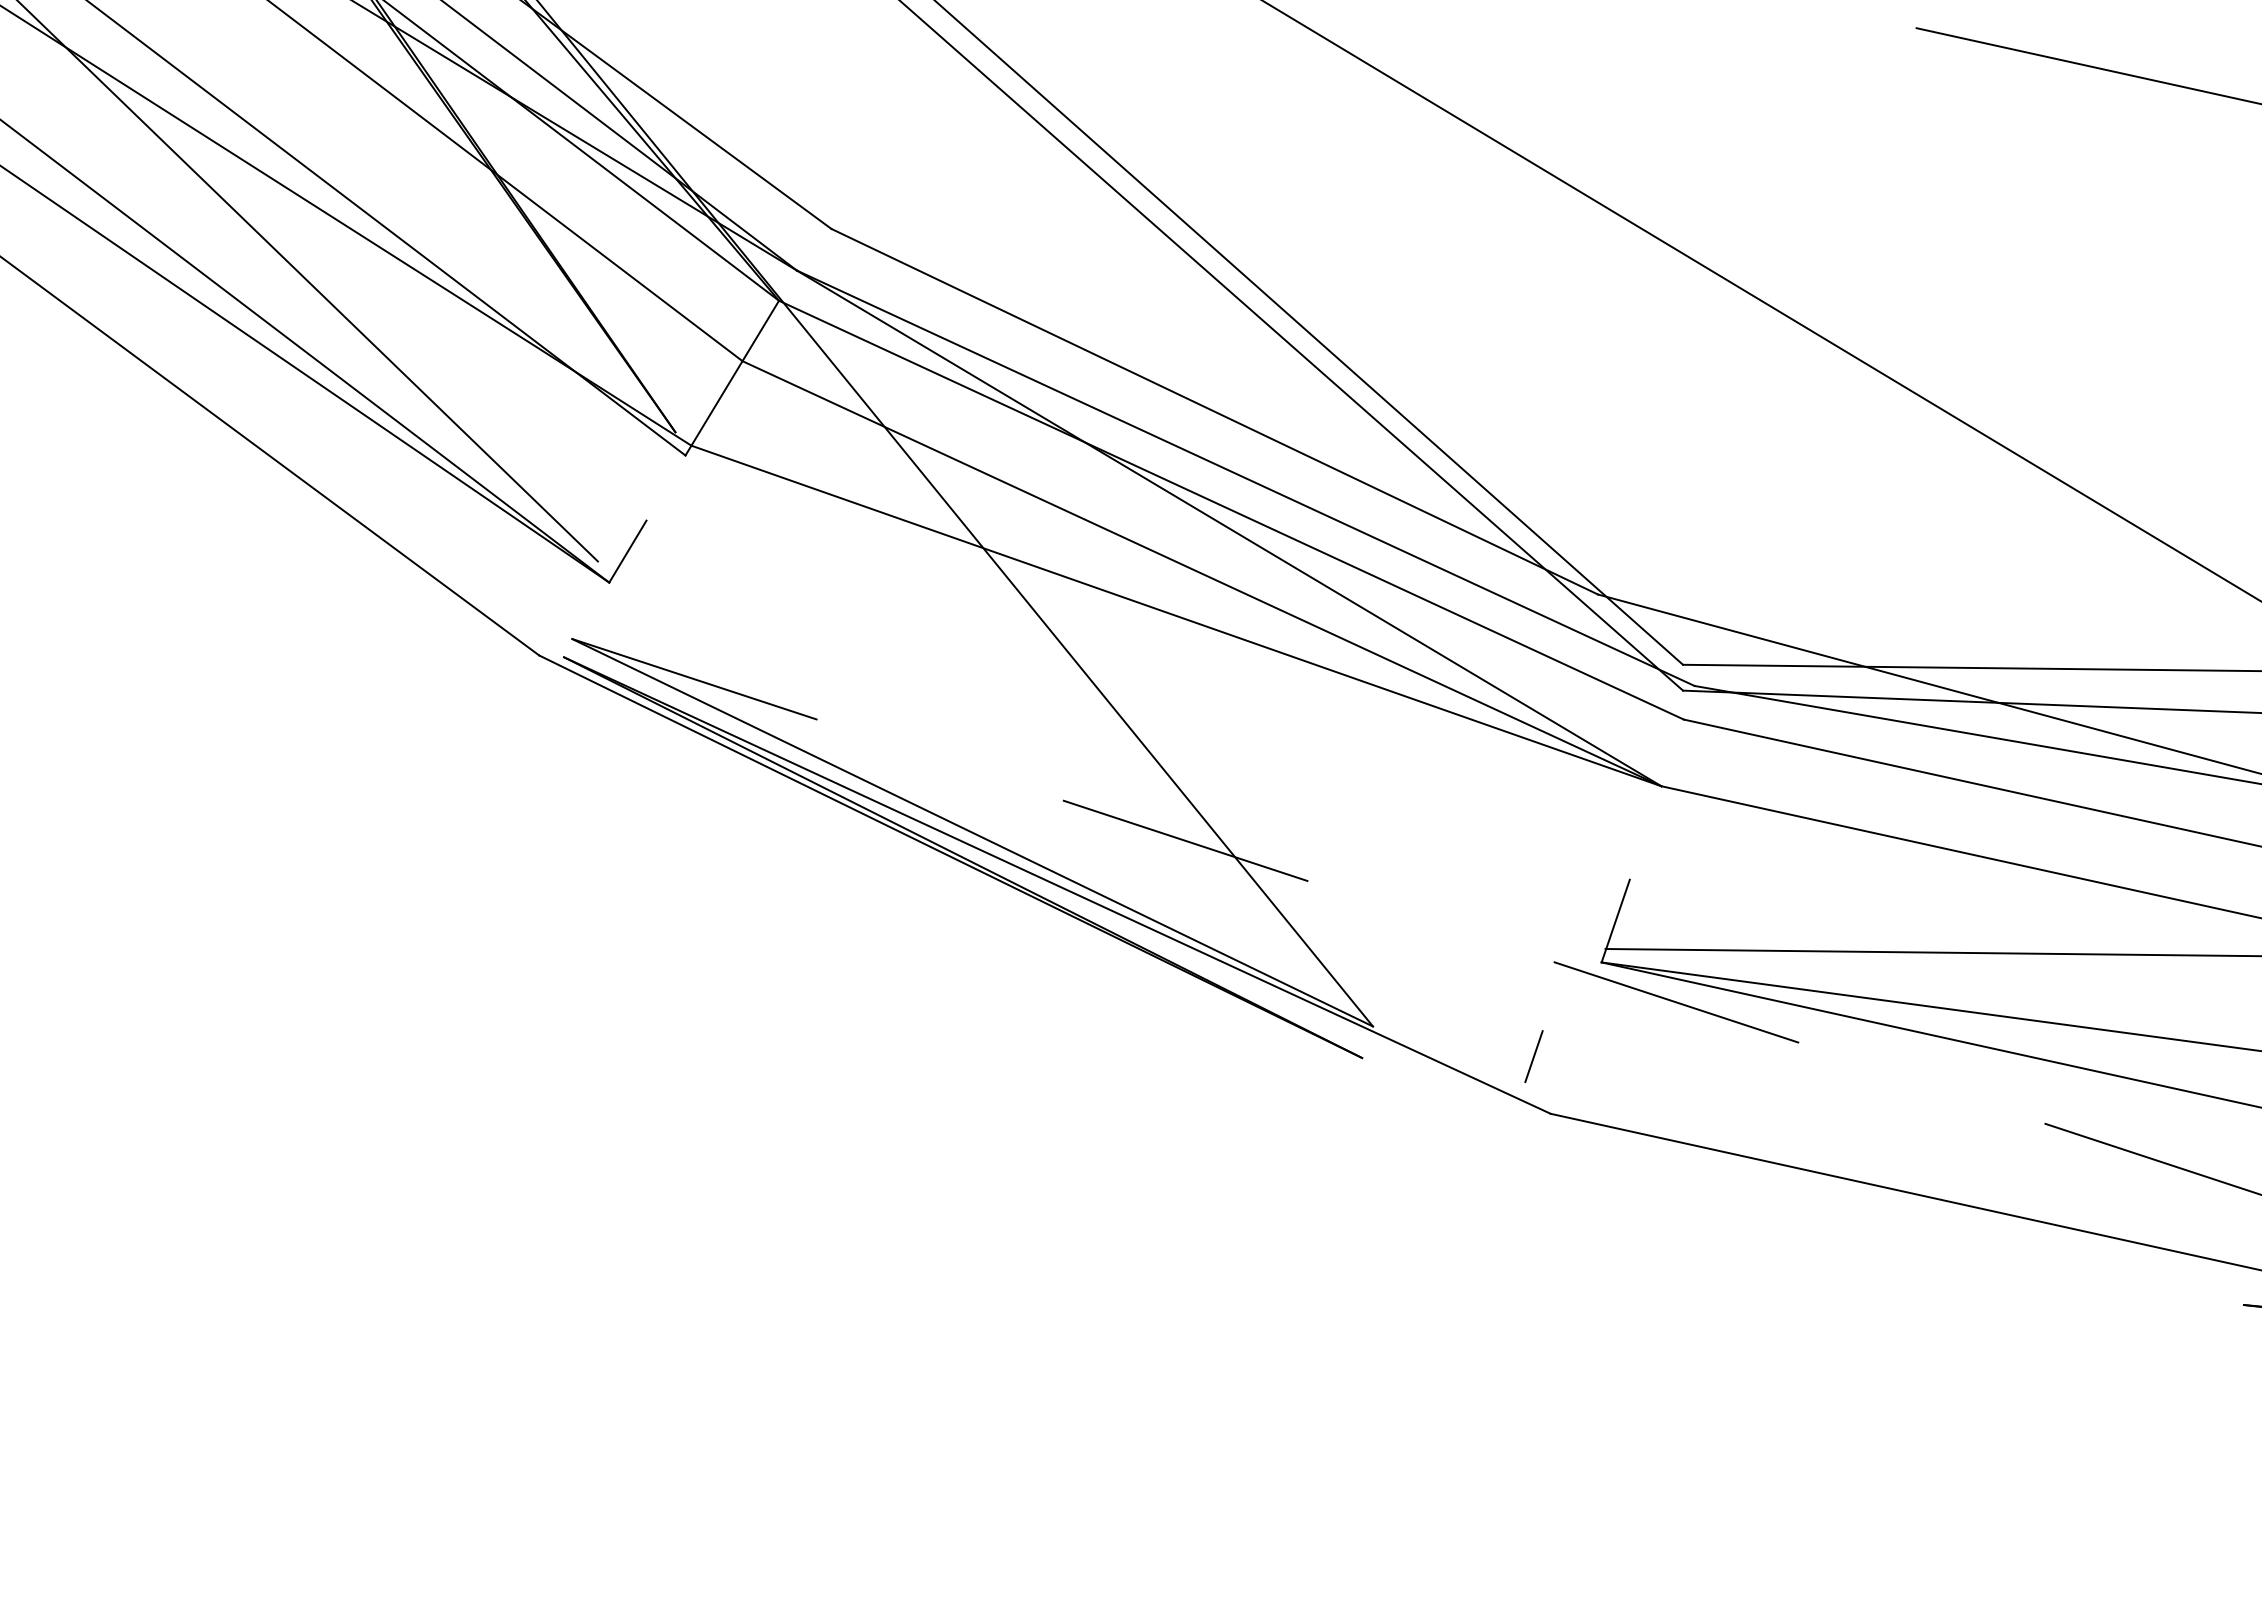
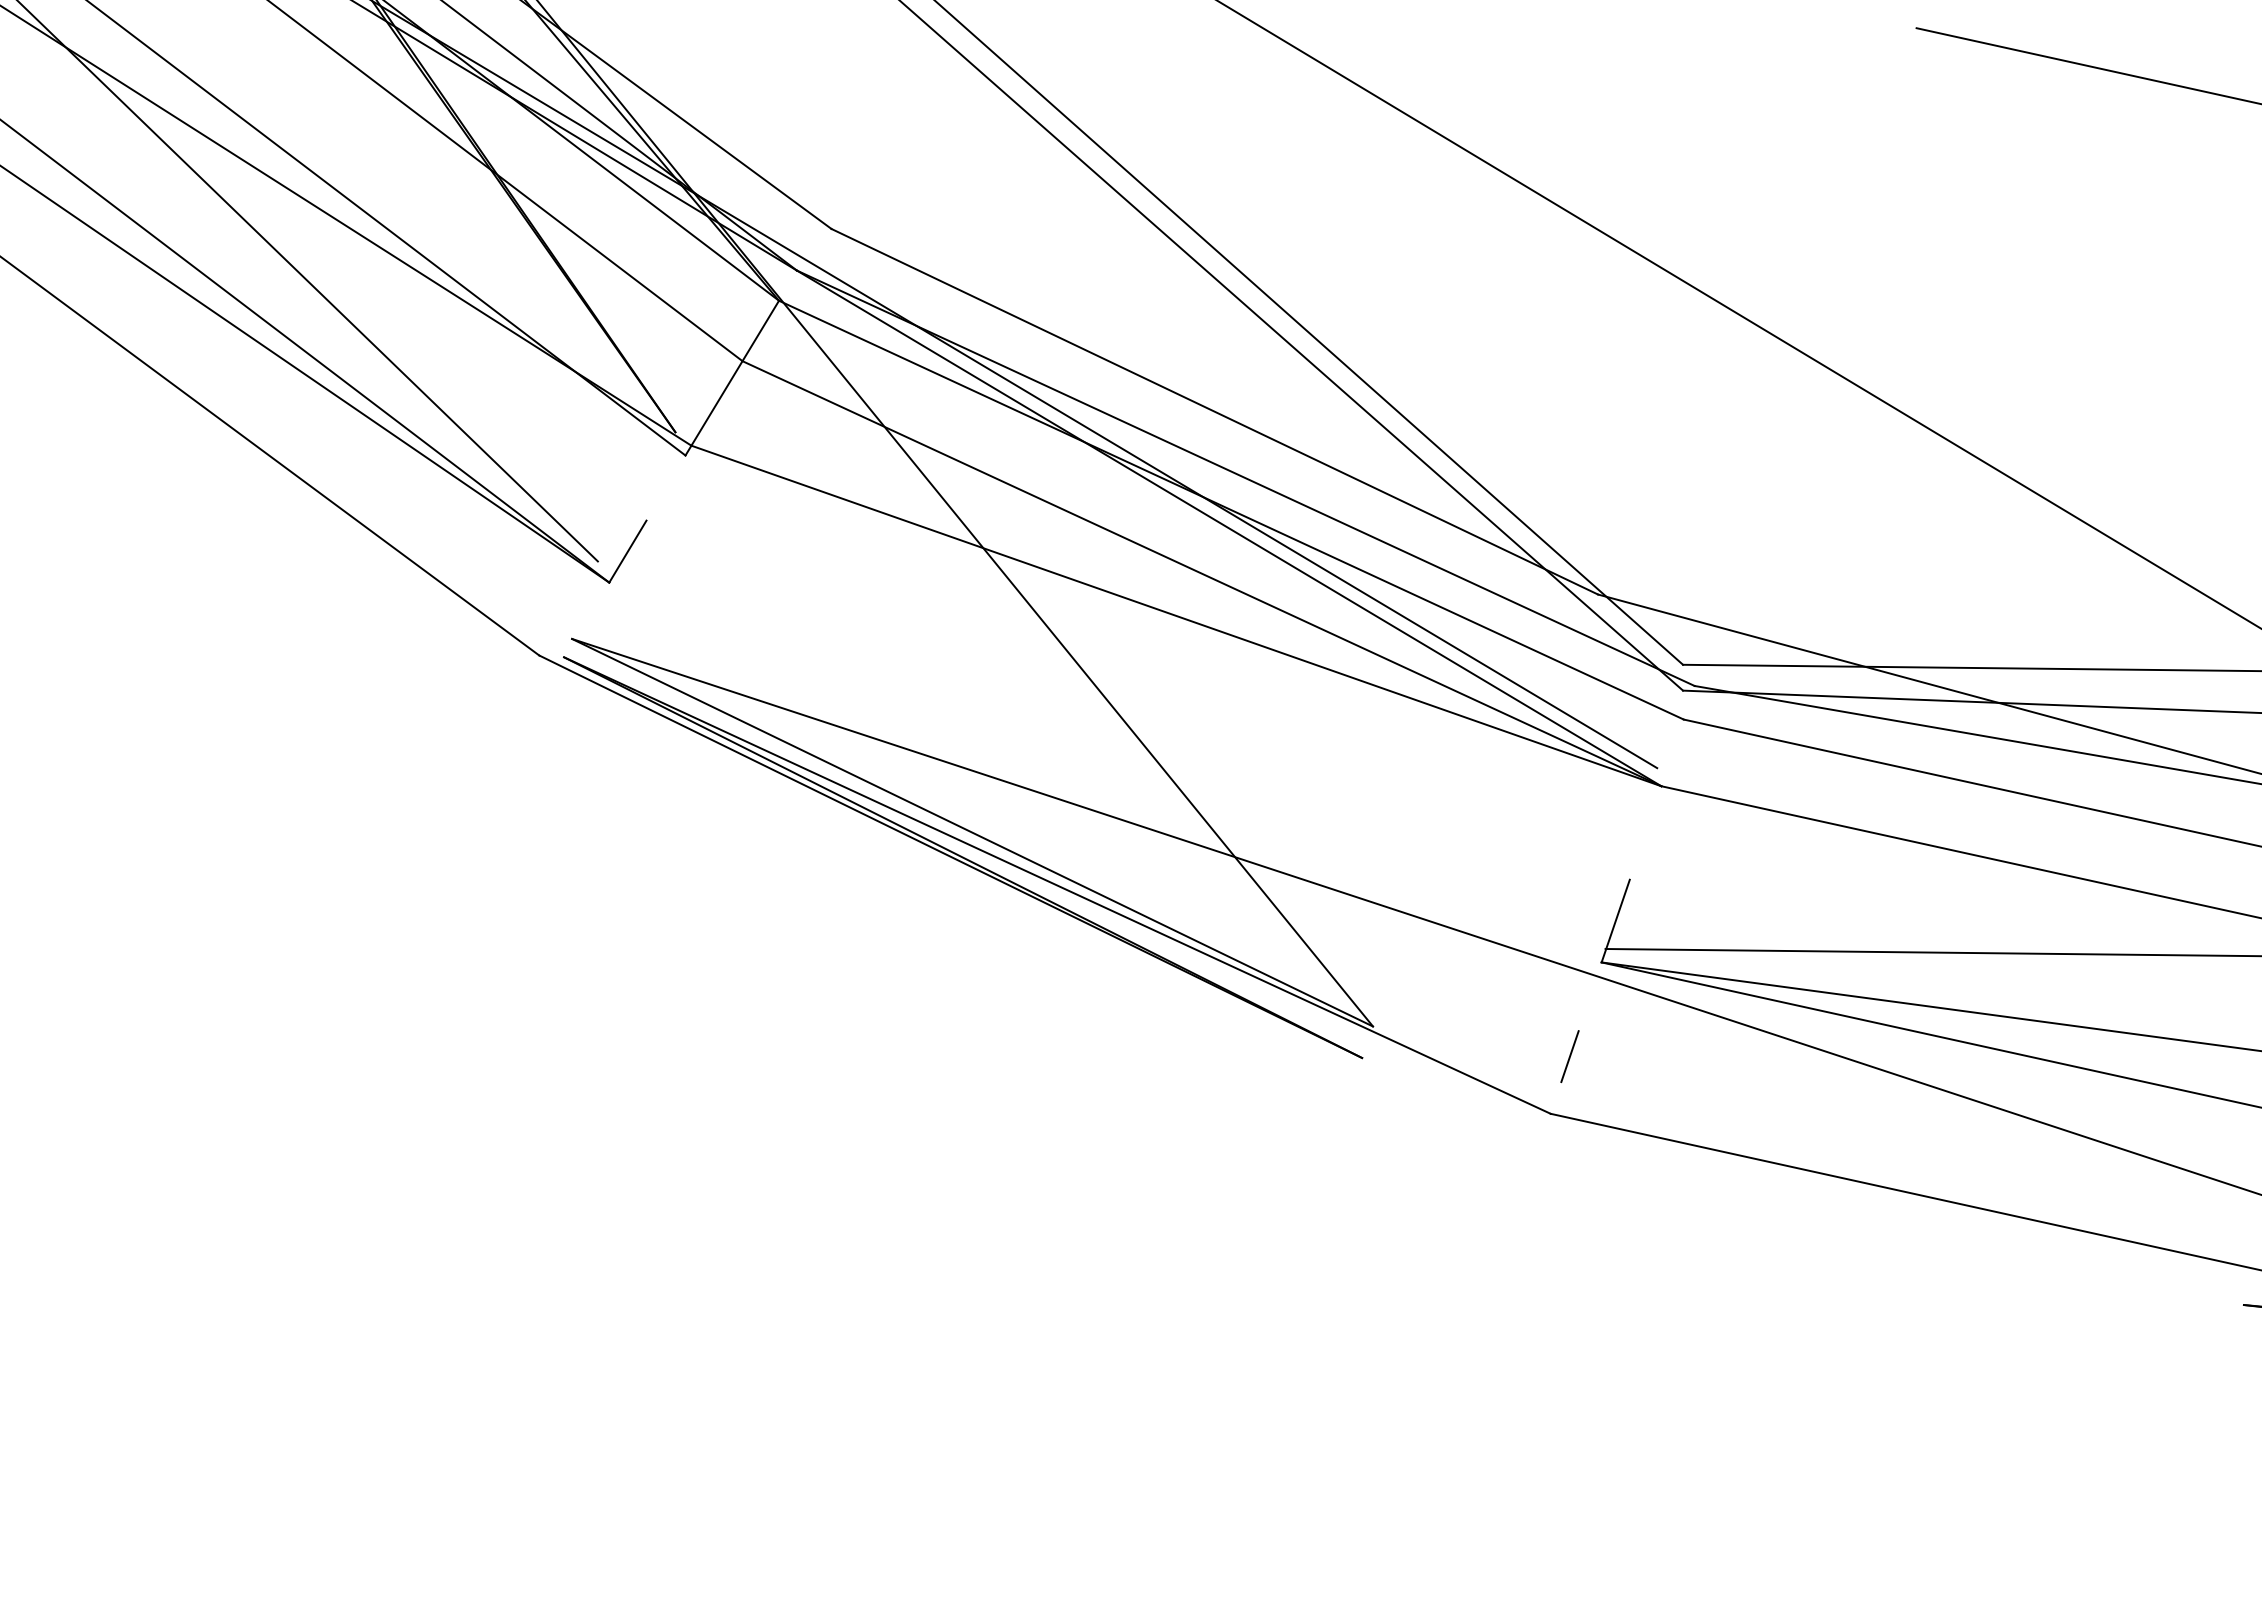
line at (1761, 300) position: (1761, 300) -> (1738, 314)
line at (1015, 385): none -> present
line at (1417, 917): dashed -> solid
line at (1533, 1056) position: (1533, 1056) -> (1569, 1056)
